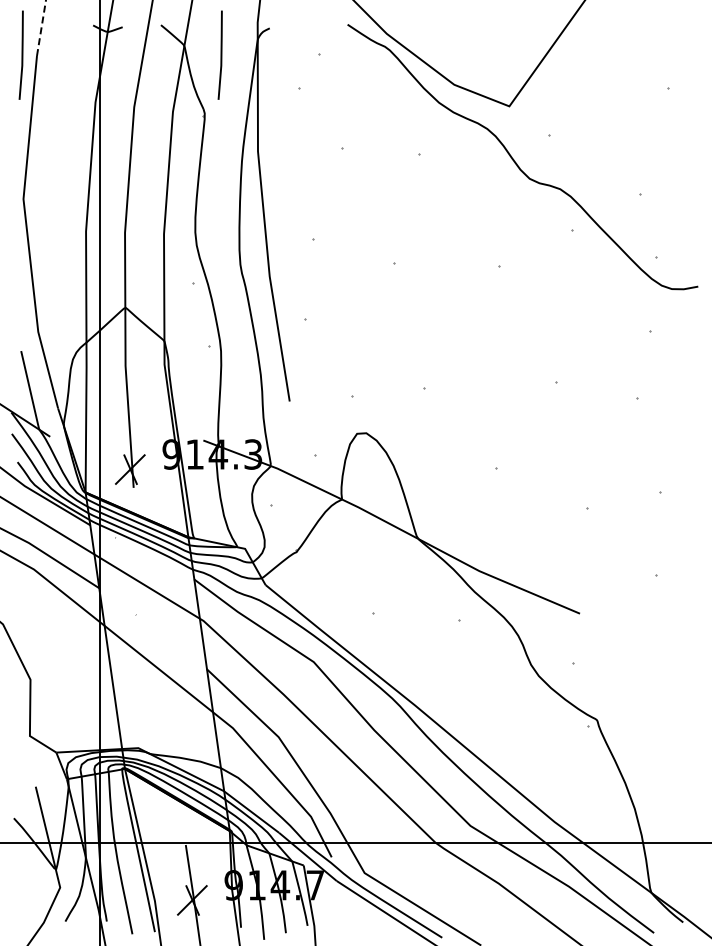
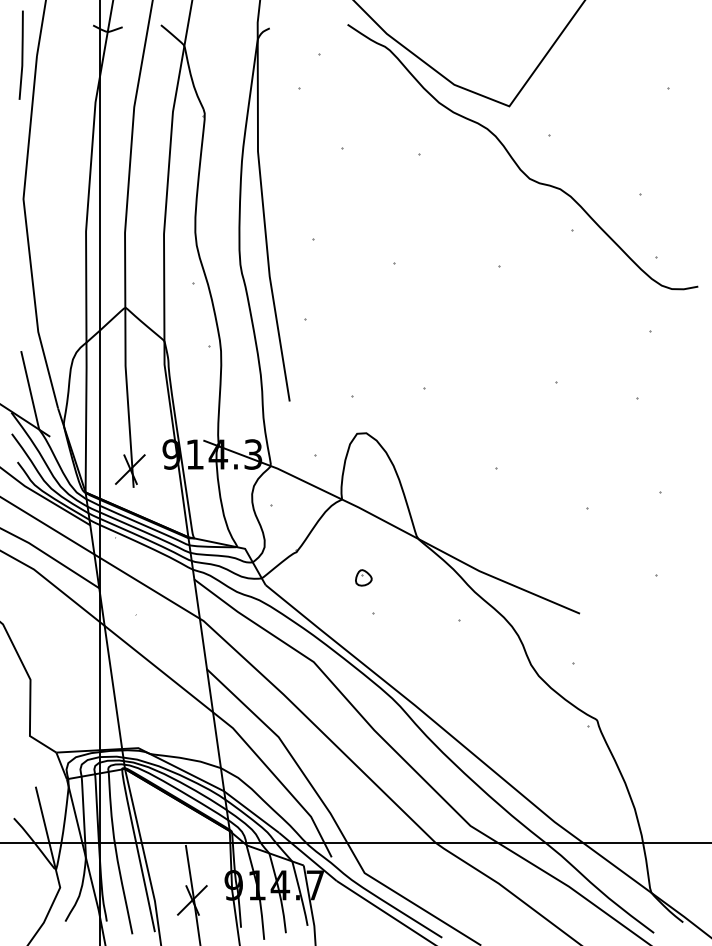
line at (41, 28): dashed -> solid
line at (220, 54): present -> none
part at (363, 577): none -> present
